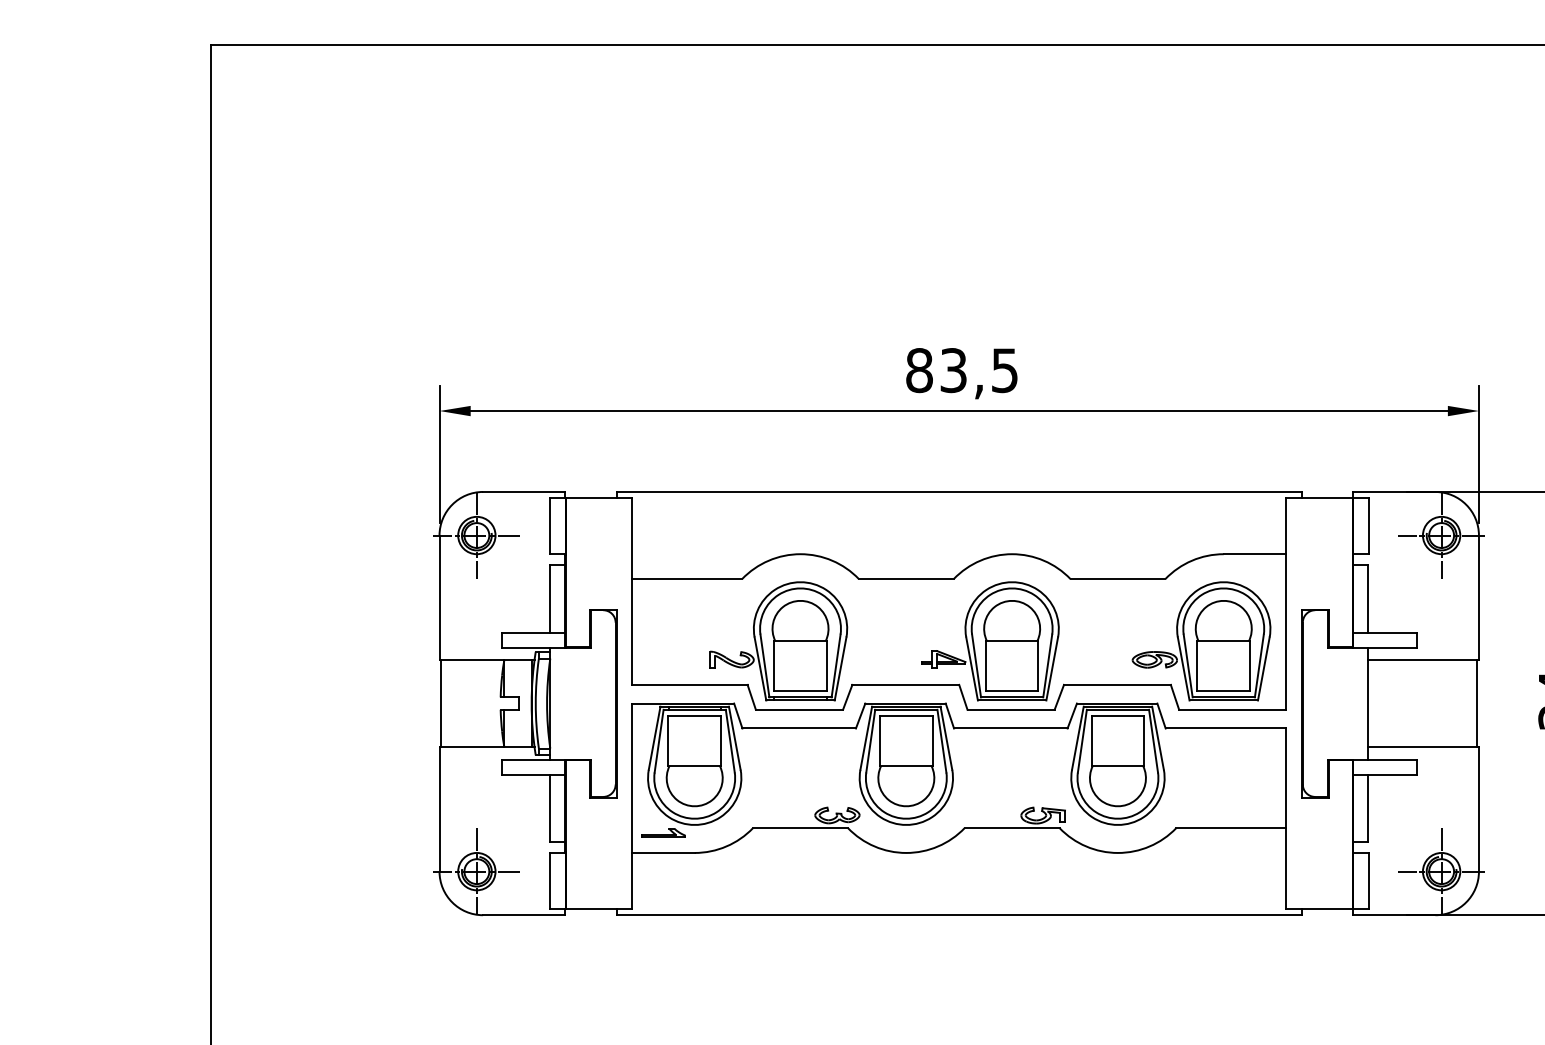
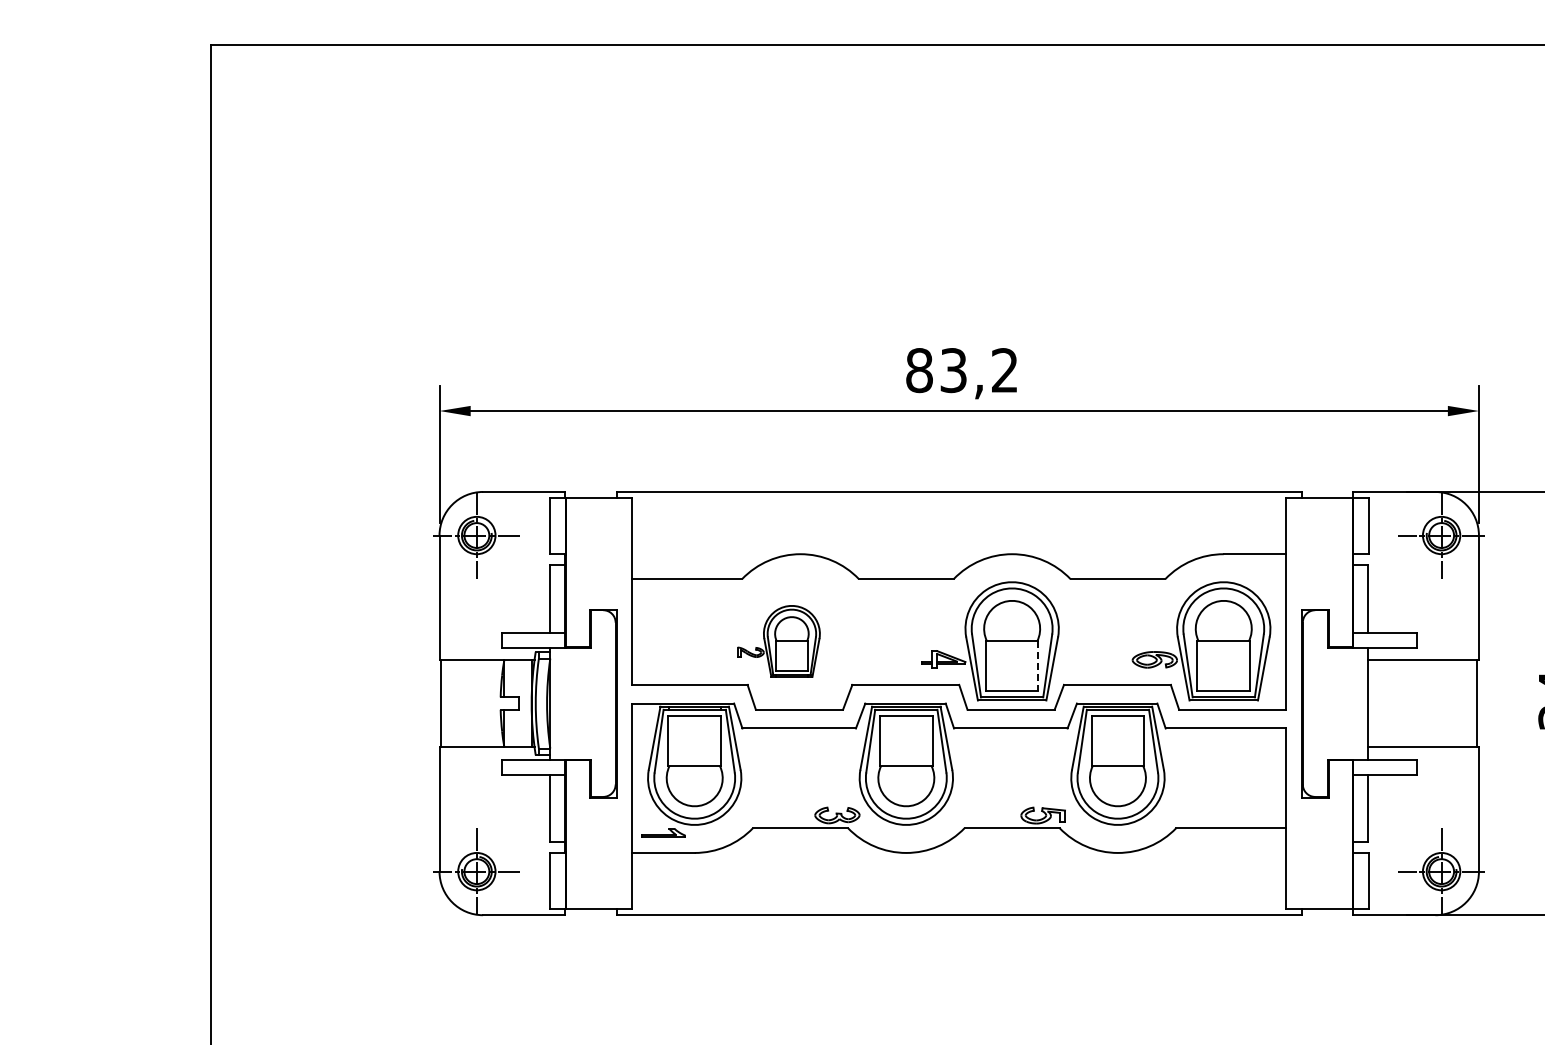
text at (1004, 370): 83,5 -> 83,2
part at (778, 641) size: 140x121 px -> 84x73 px
line at (1038, 666): solid -> dashed
